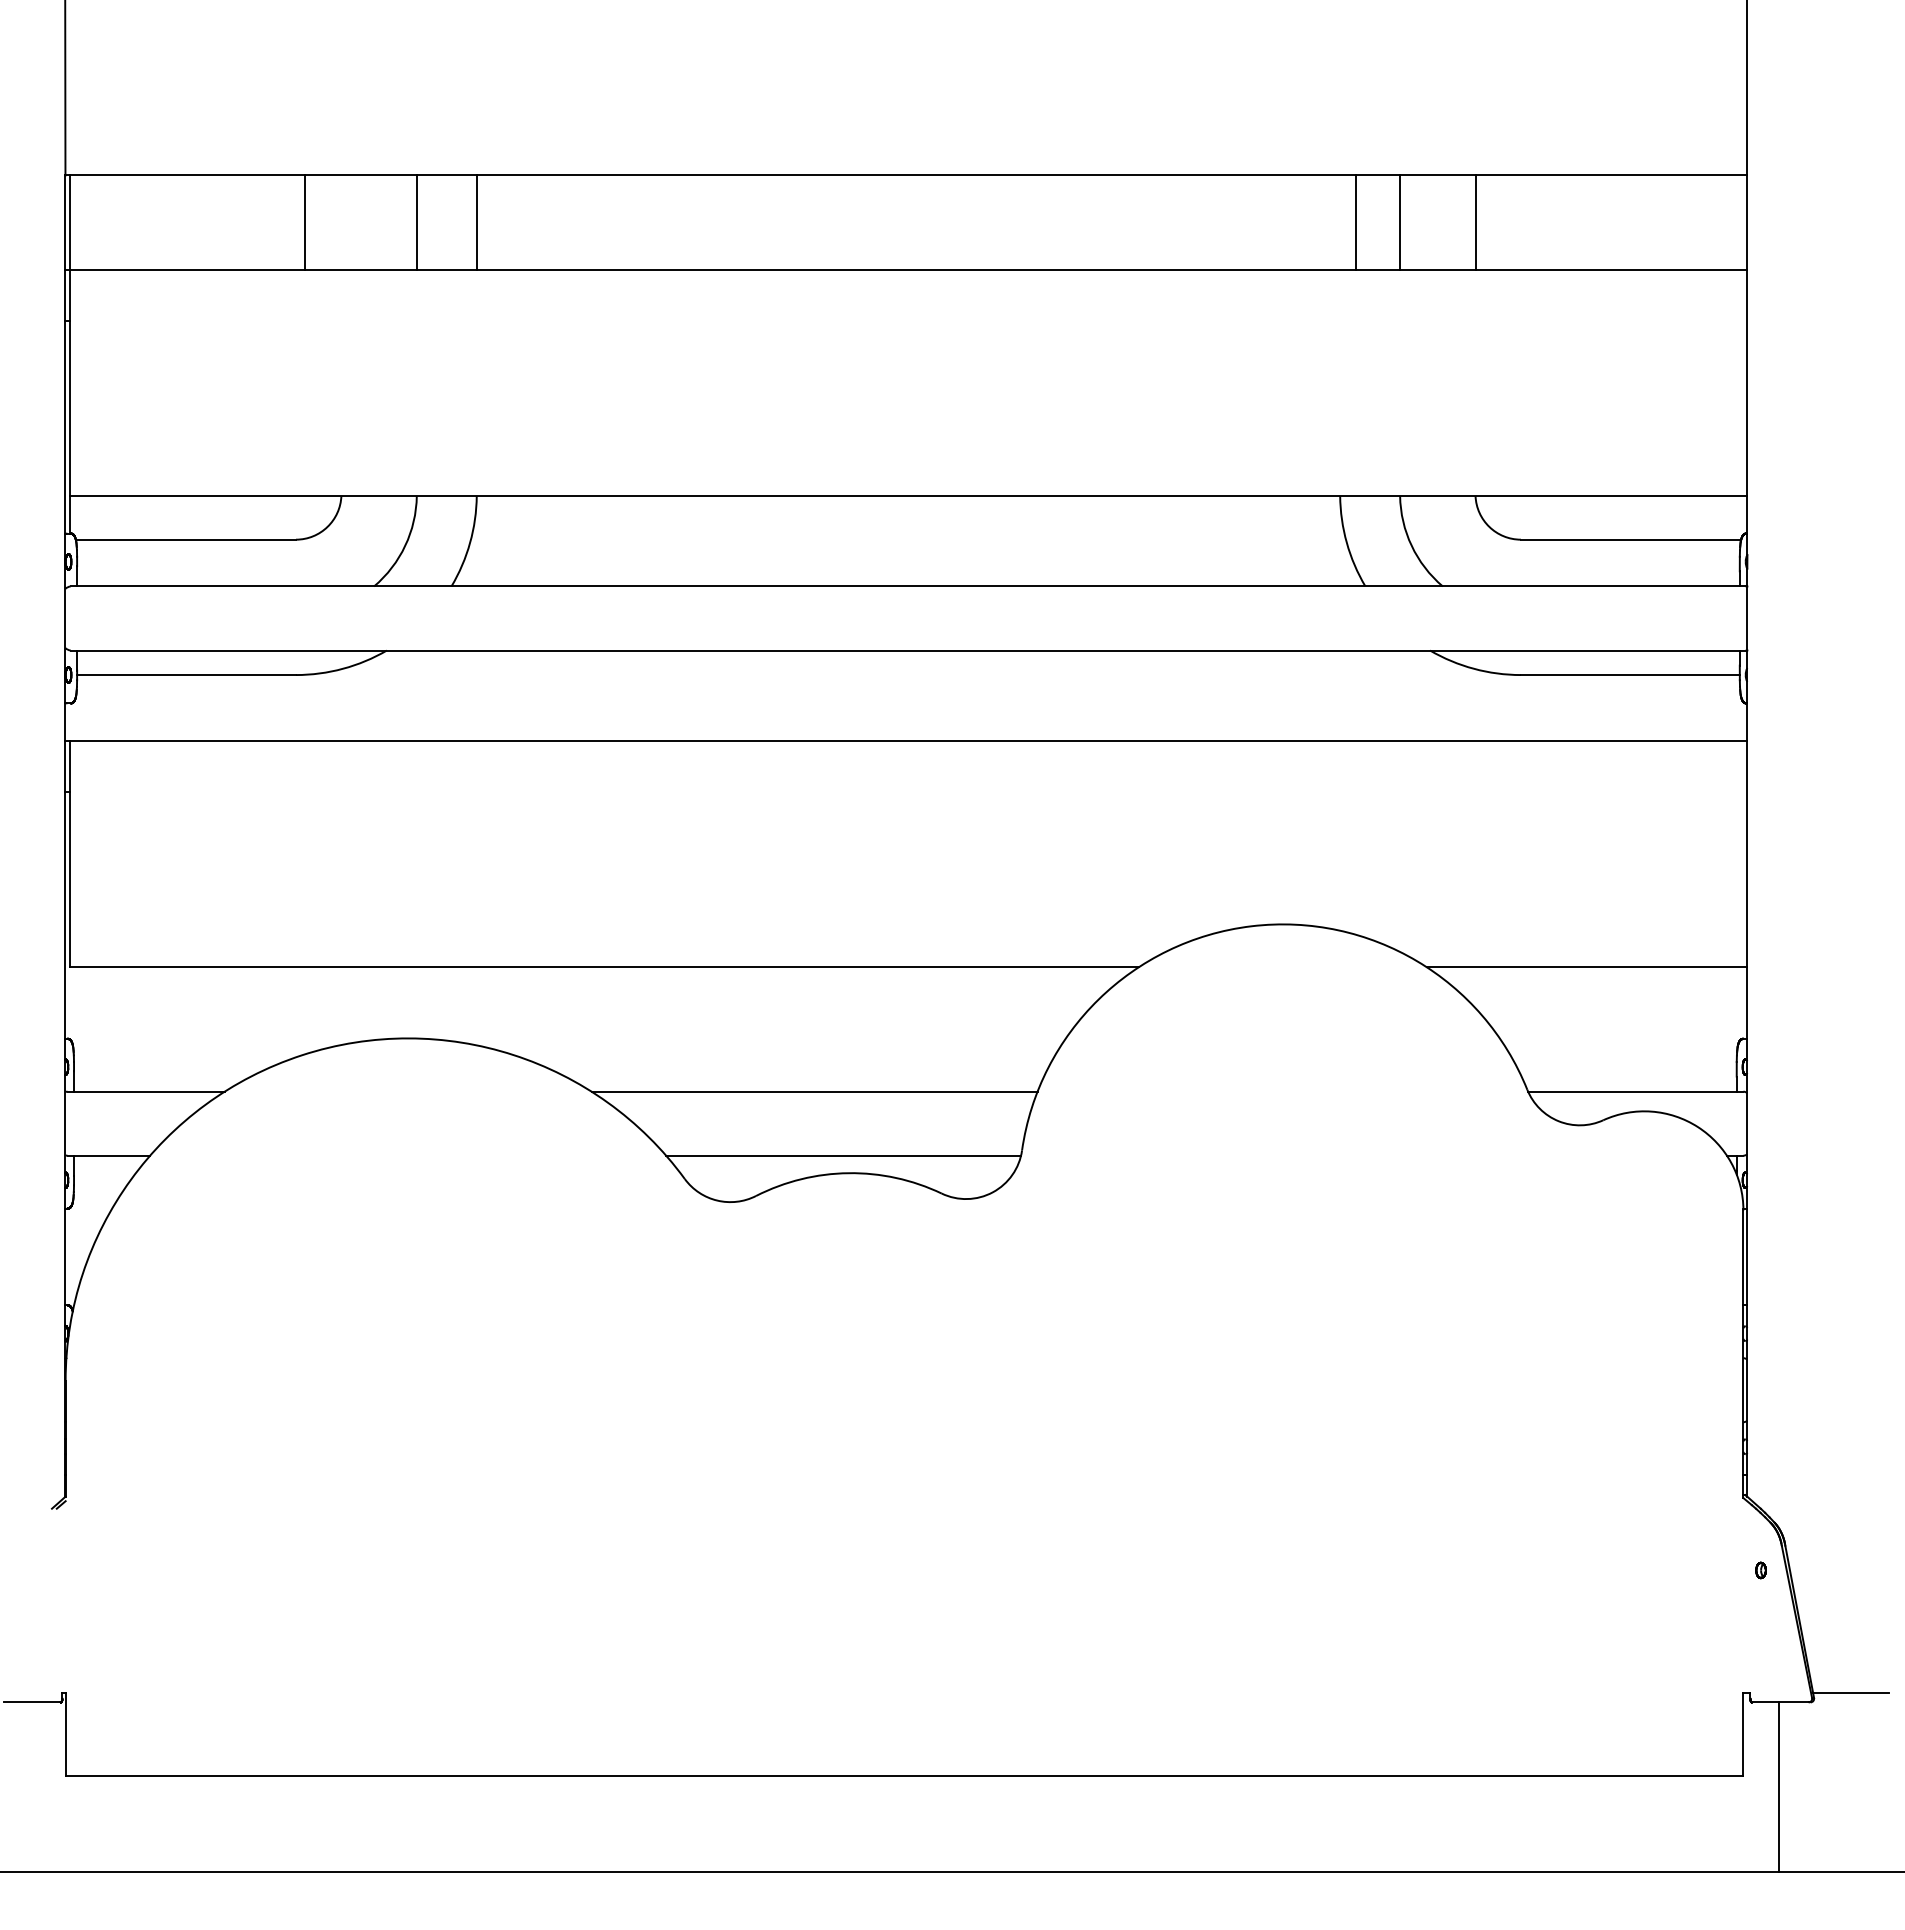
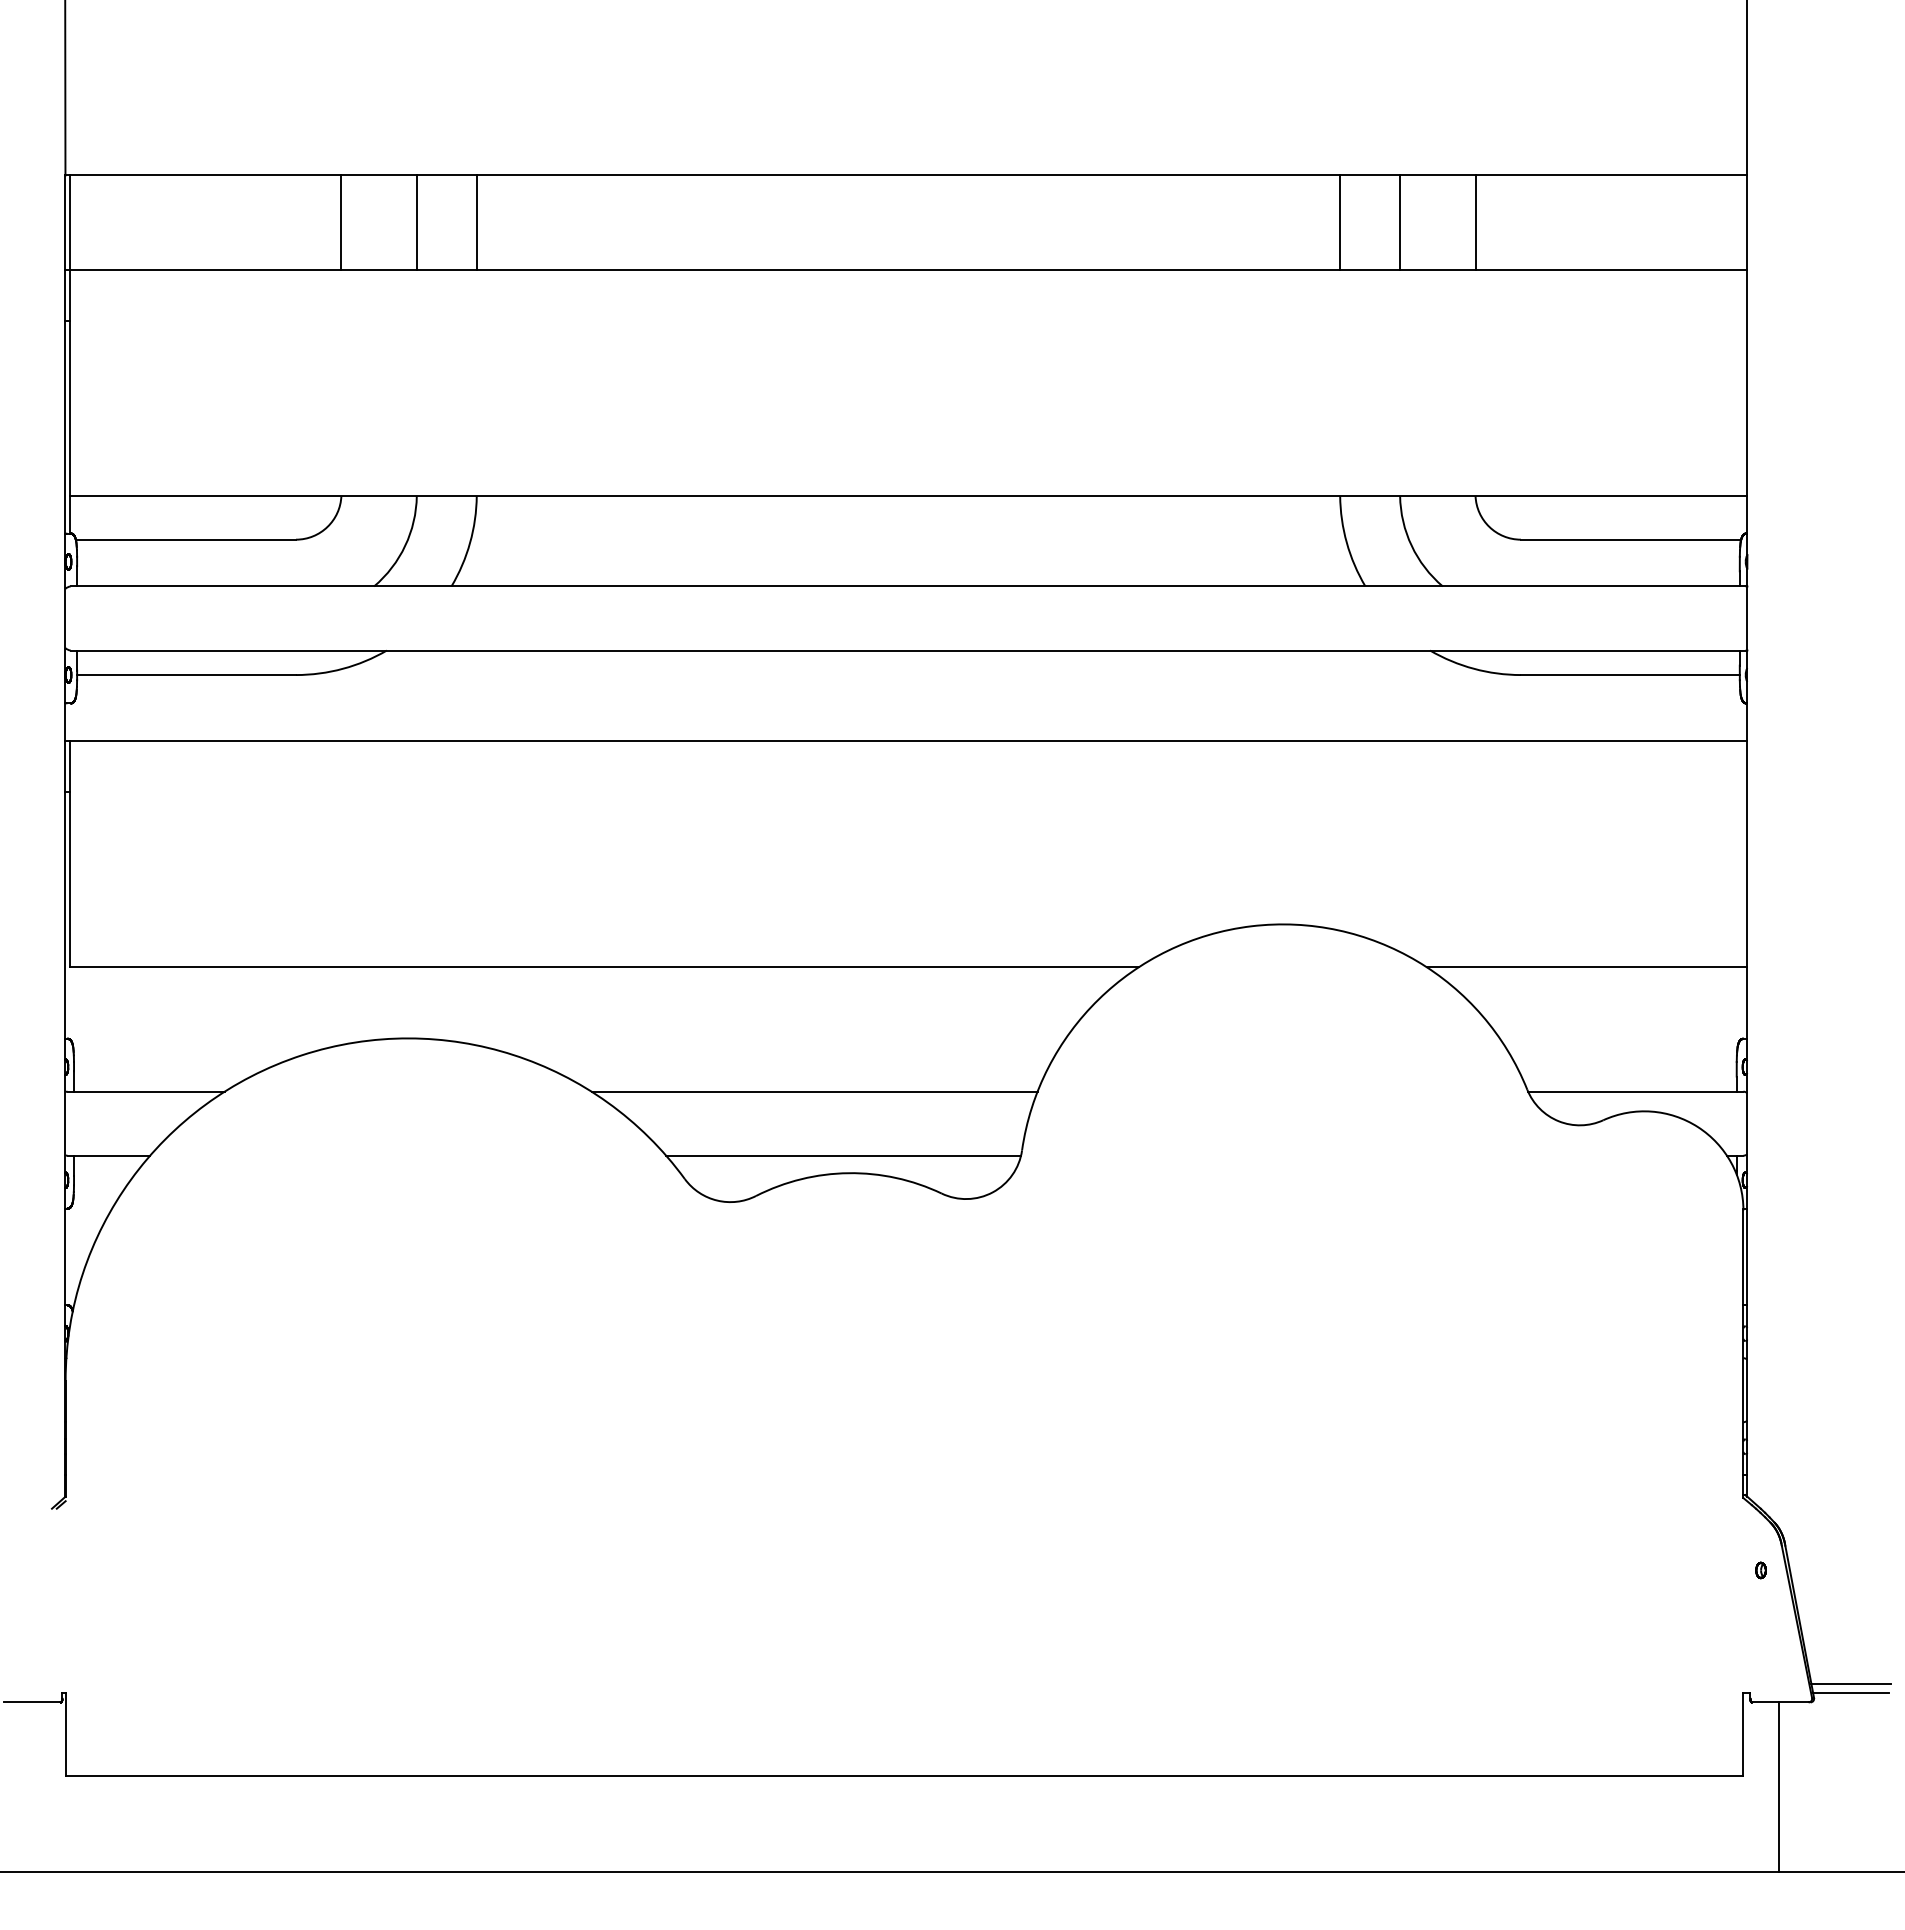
line at (305, 222) position: (305, 222) -> (341, 222)
line at (1356, 222) position: (1356, 222) -> (1340, 222)
line at (1850, 1683): none -> present
